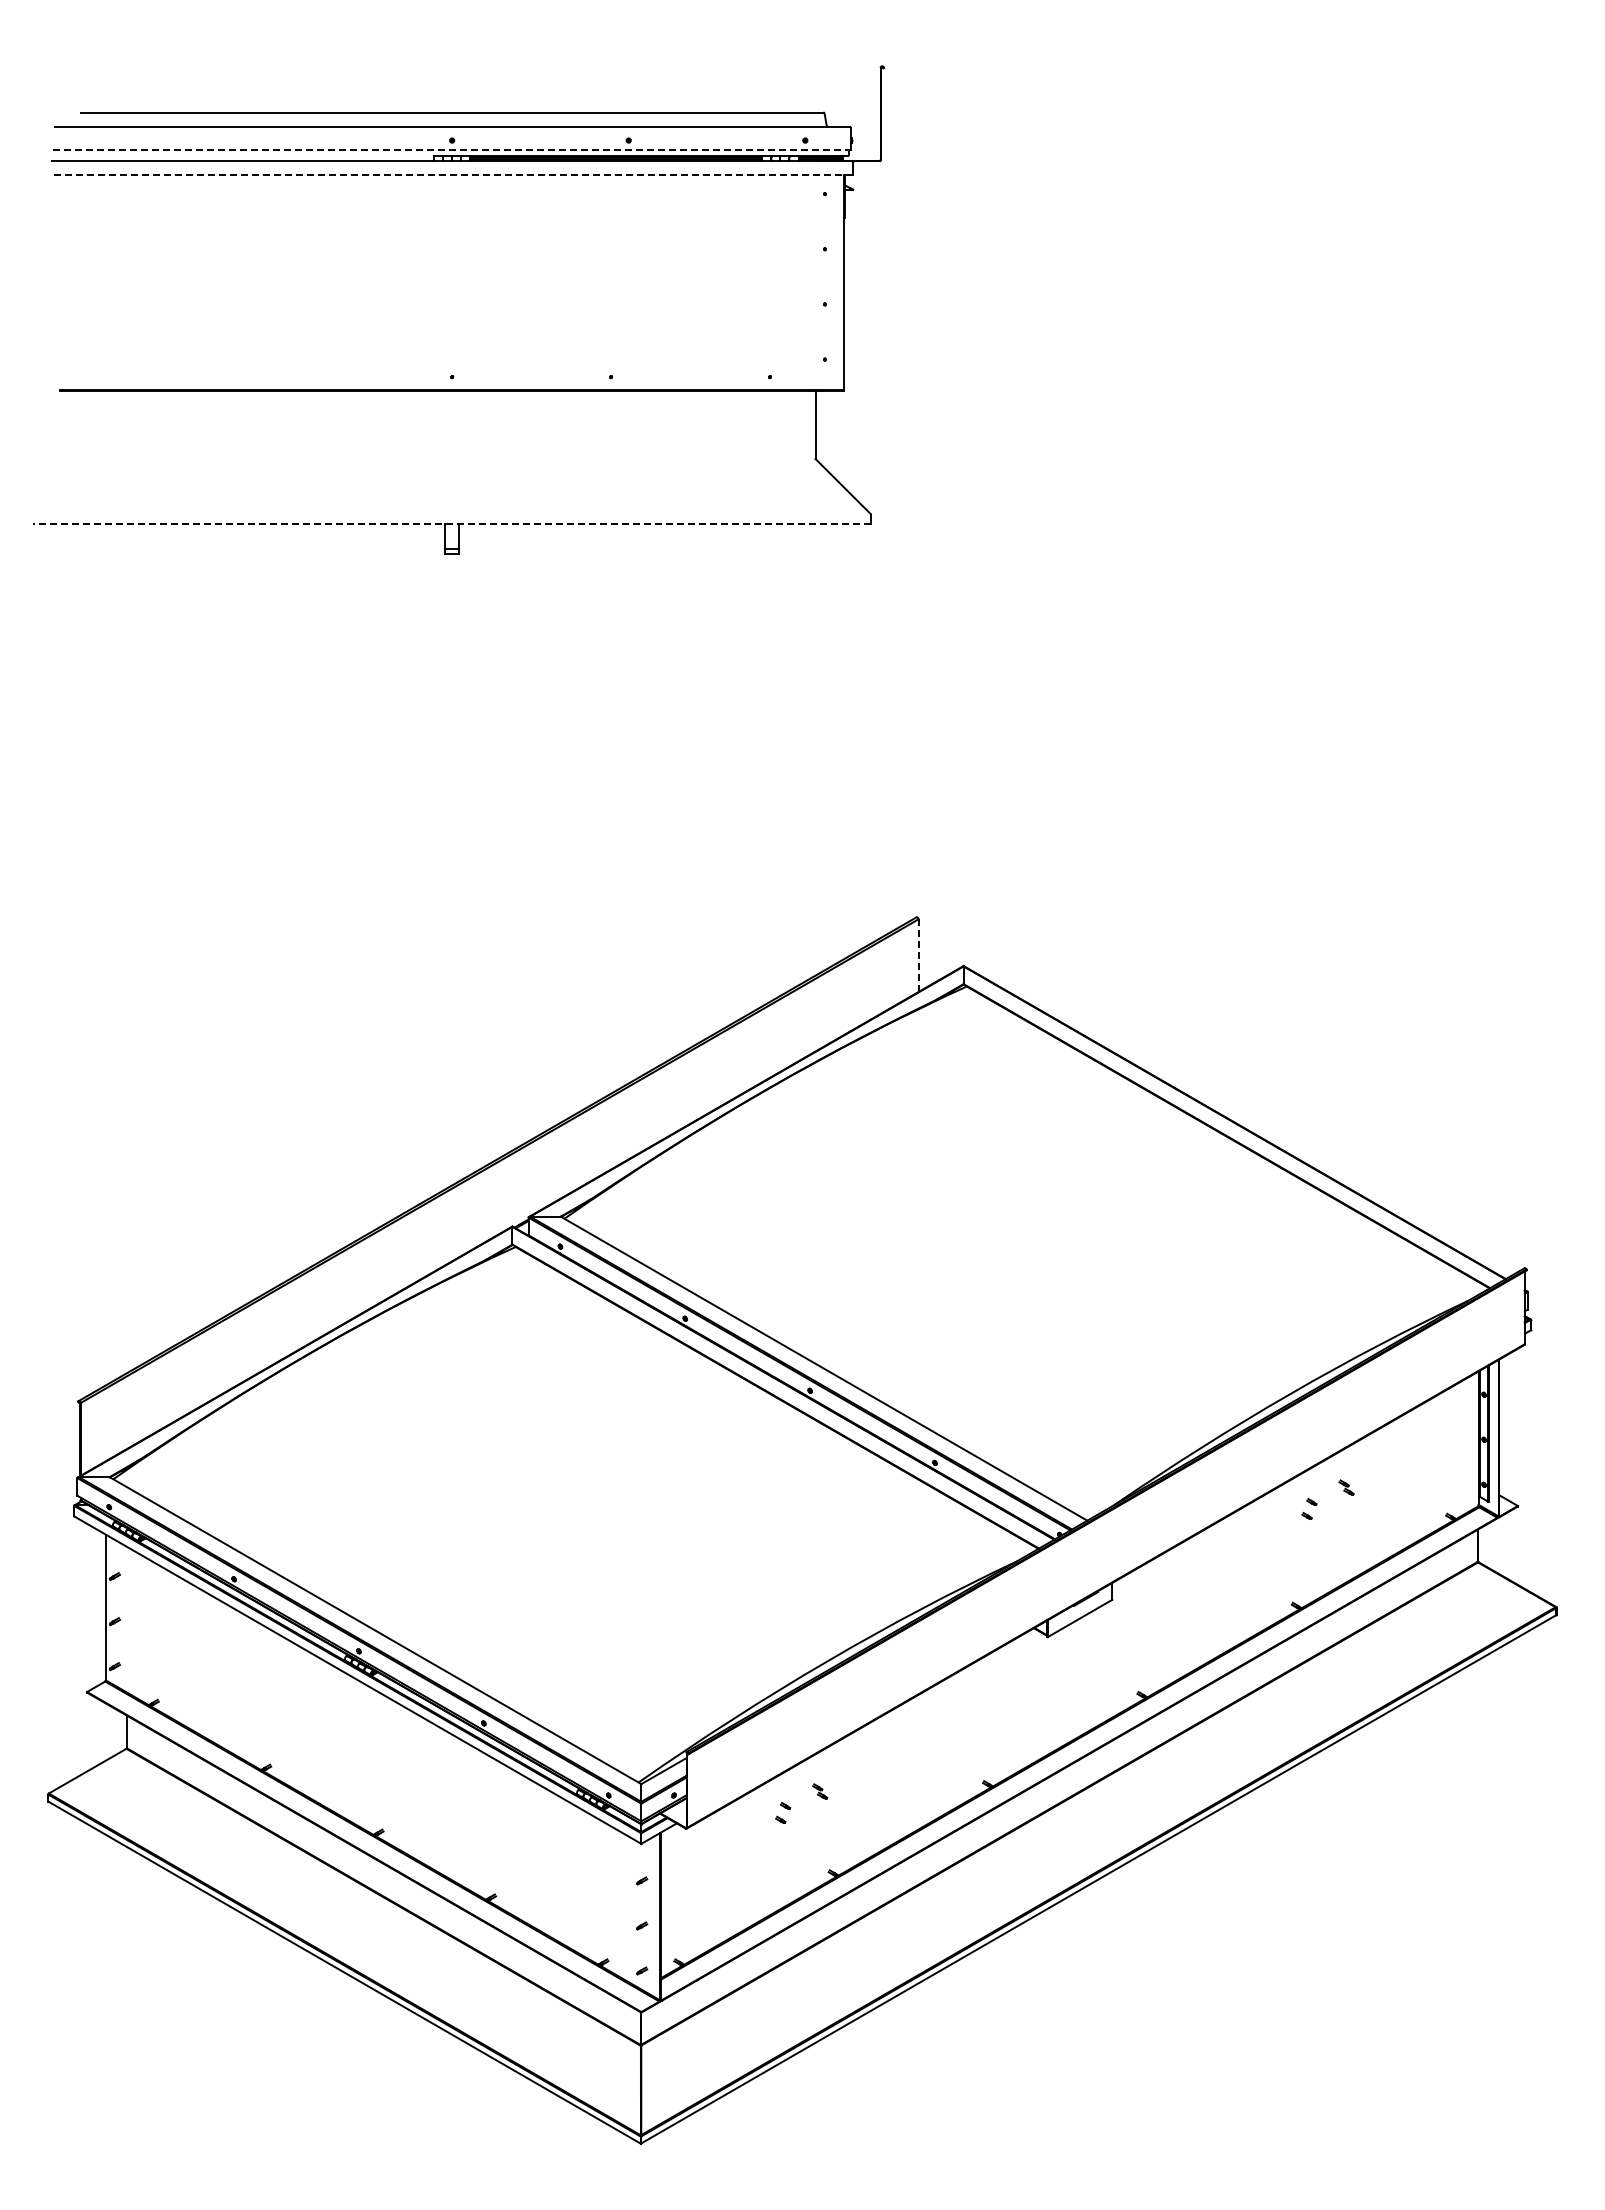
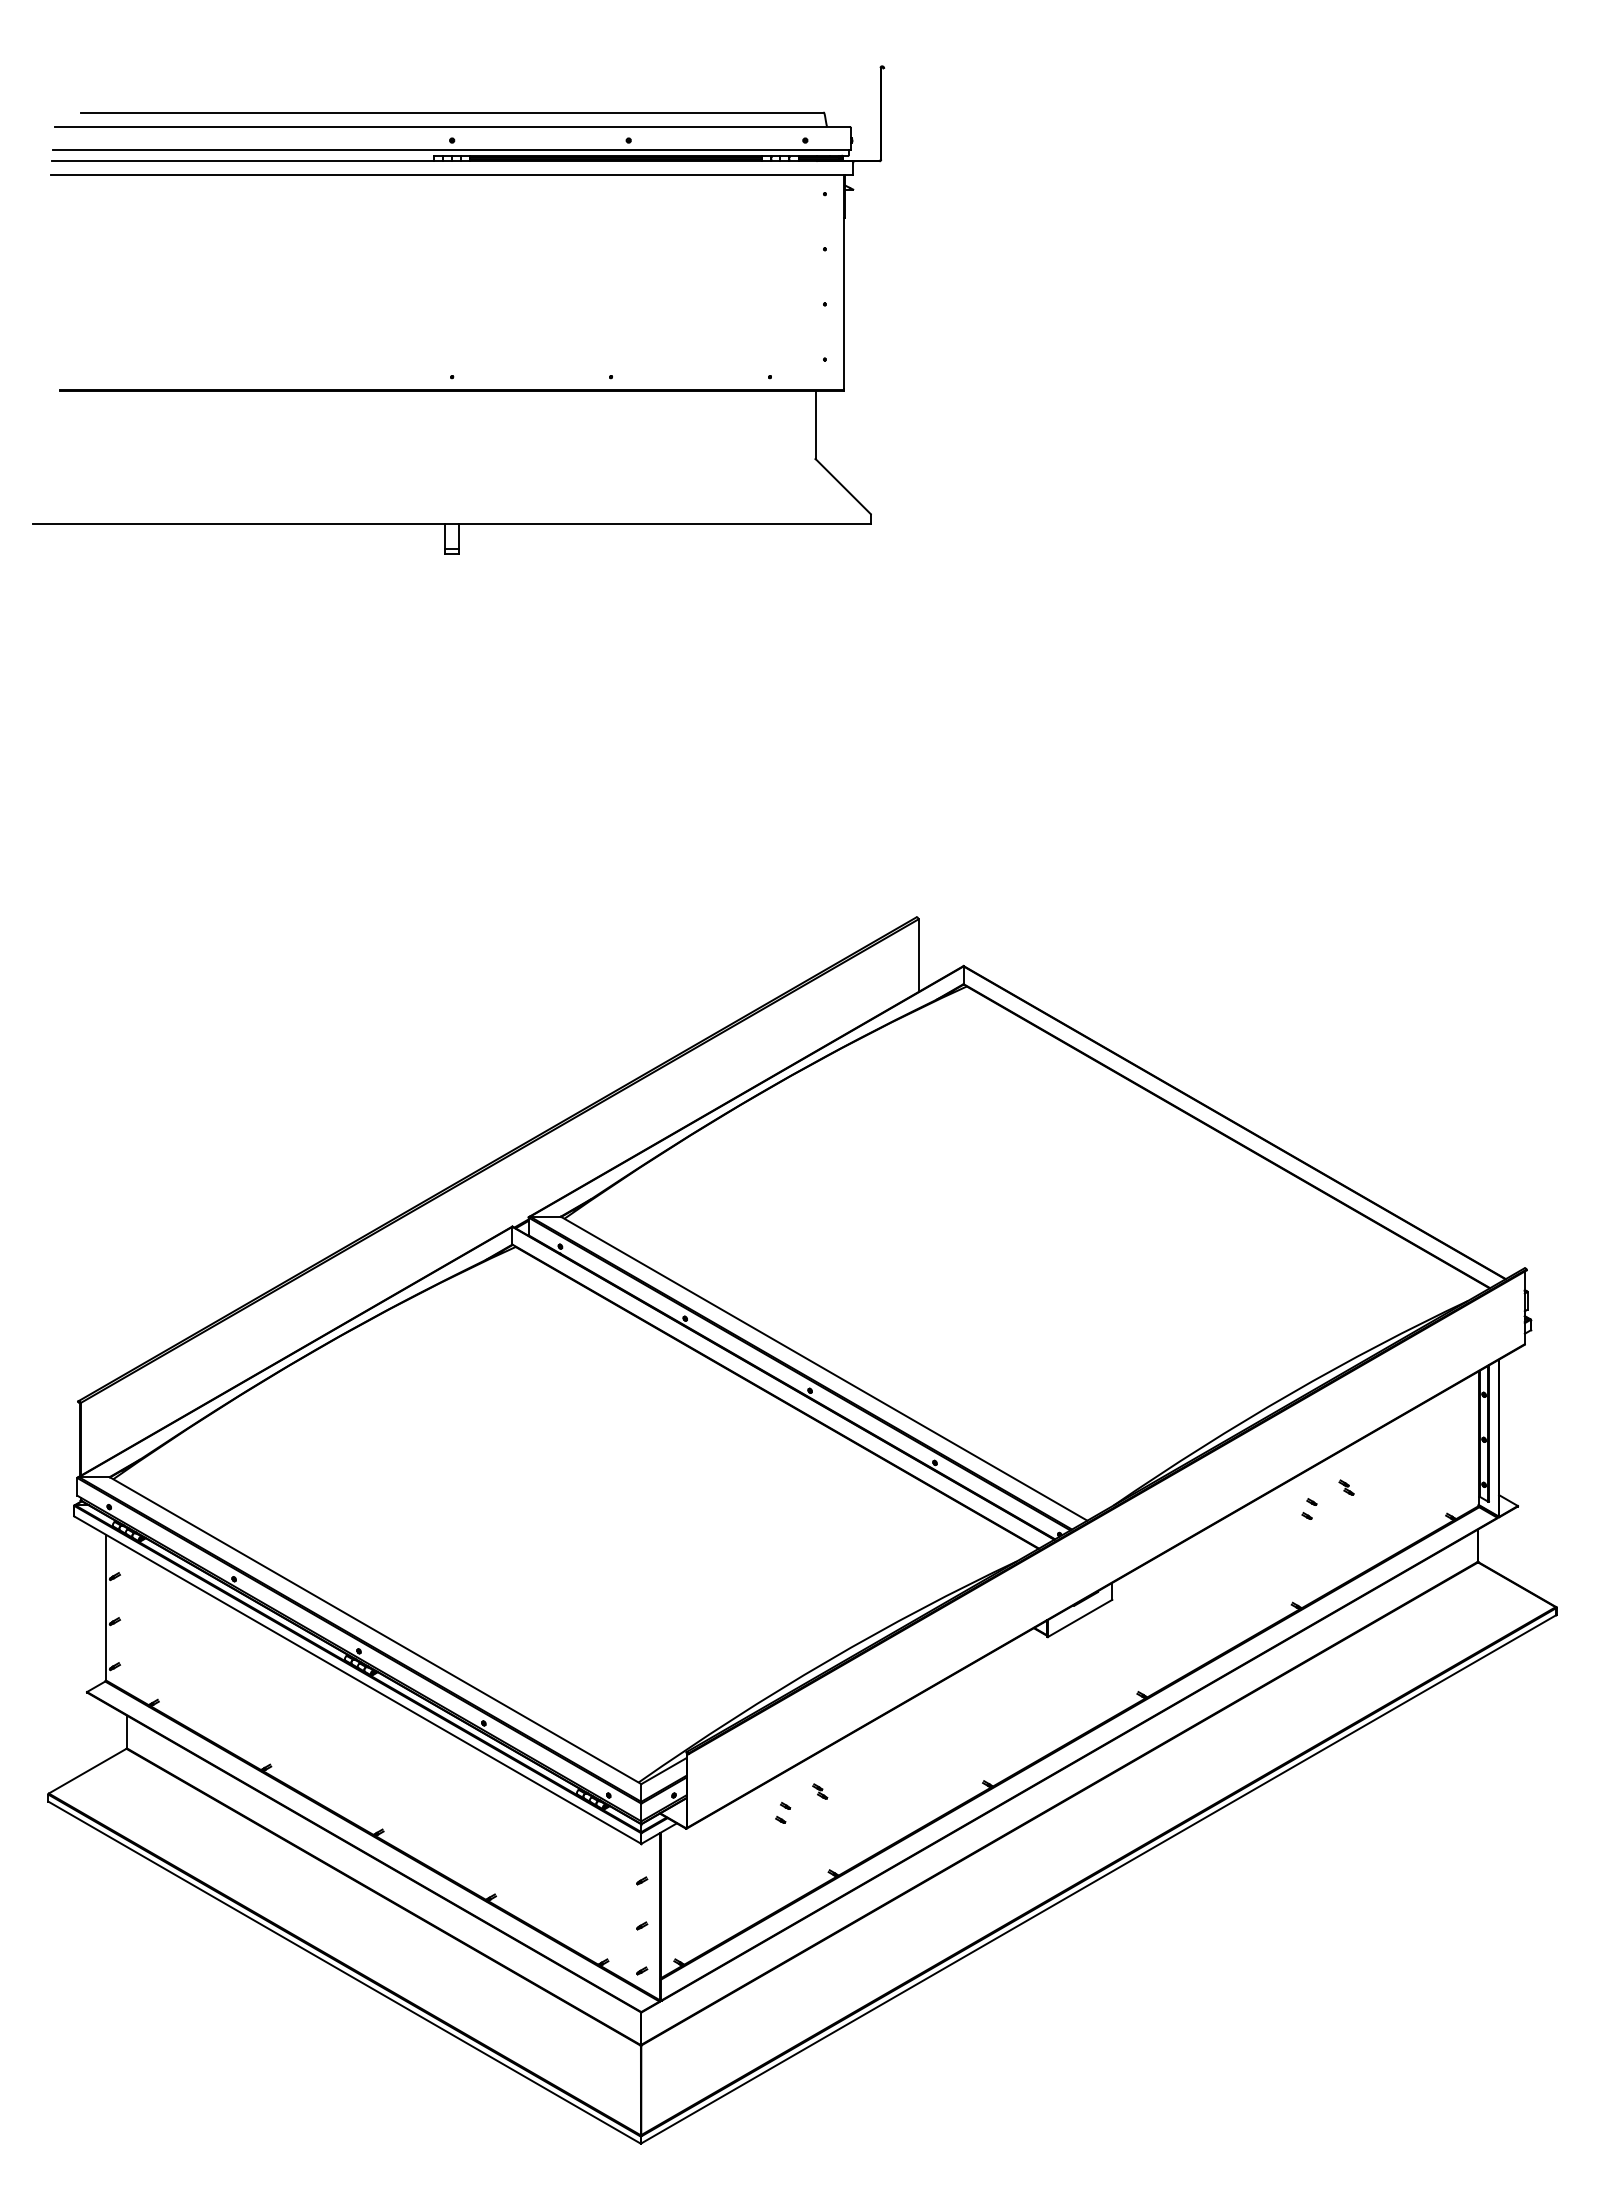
line at (452, 149): dashed -> solid
line at (451, 174): dashed -> solid
line at (451, 523): dashed -> solid
line at (918, 955): dashed -> solid
